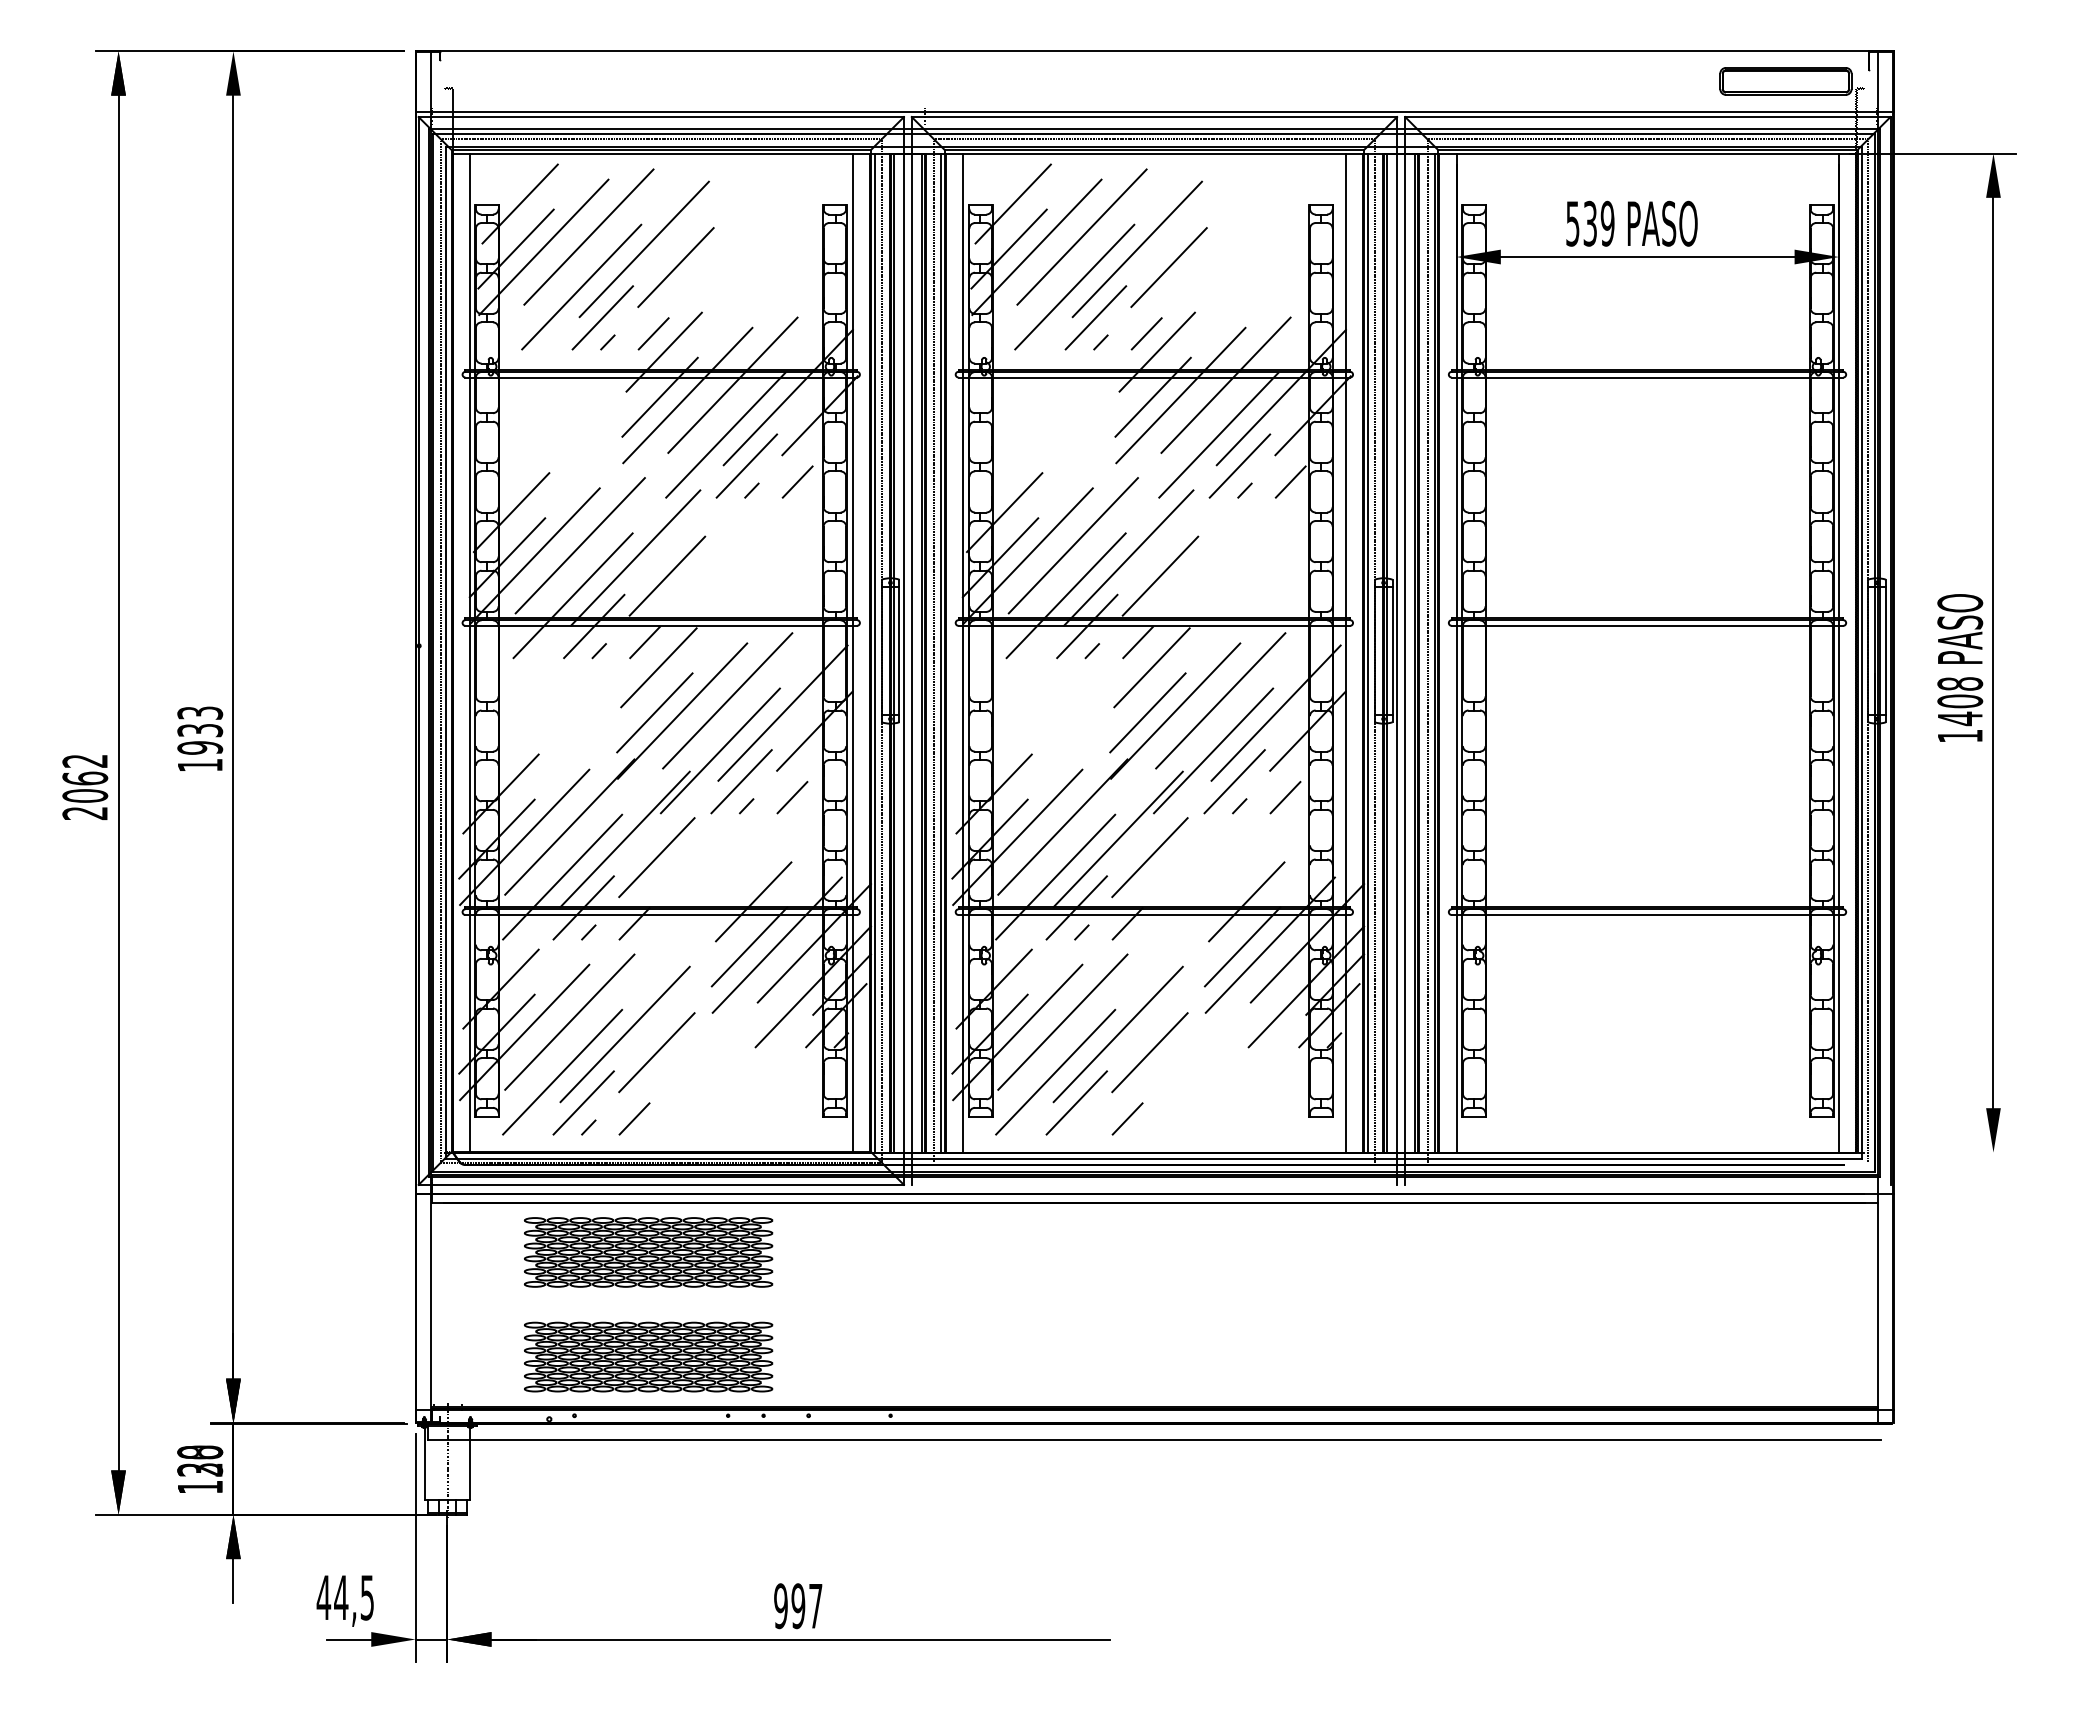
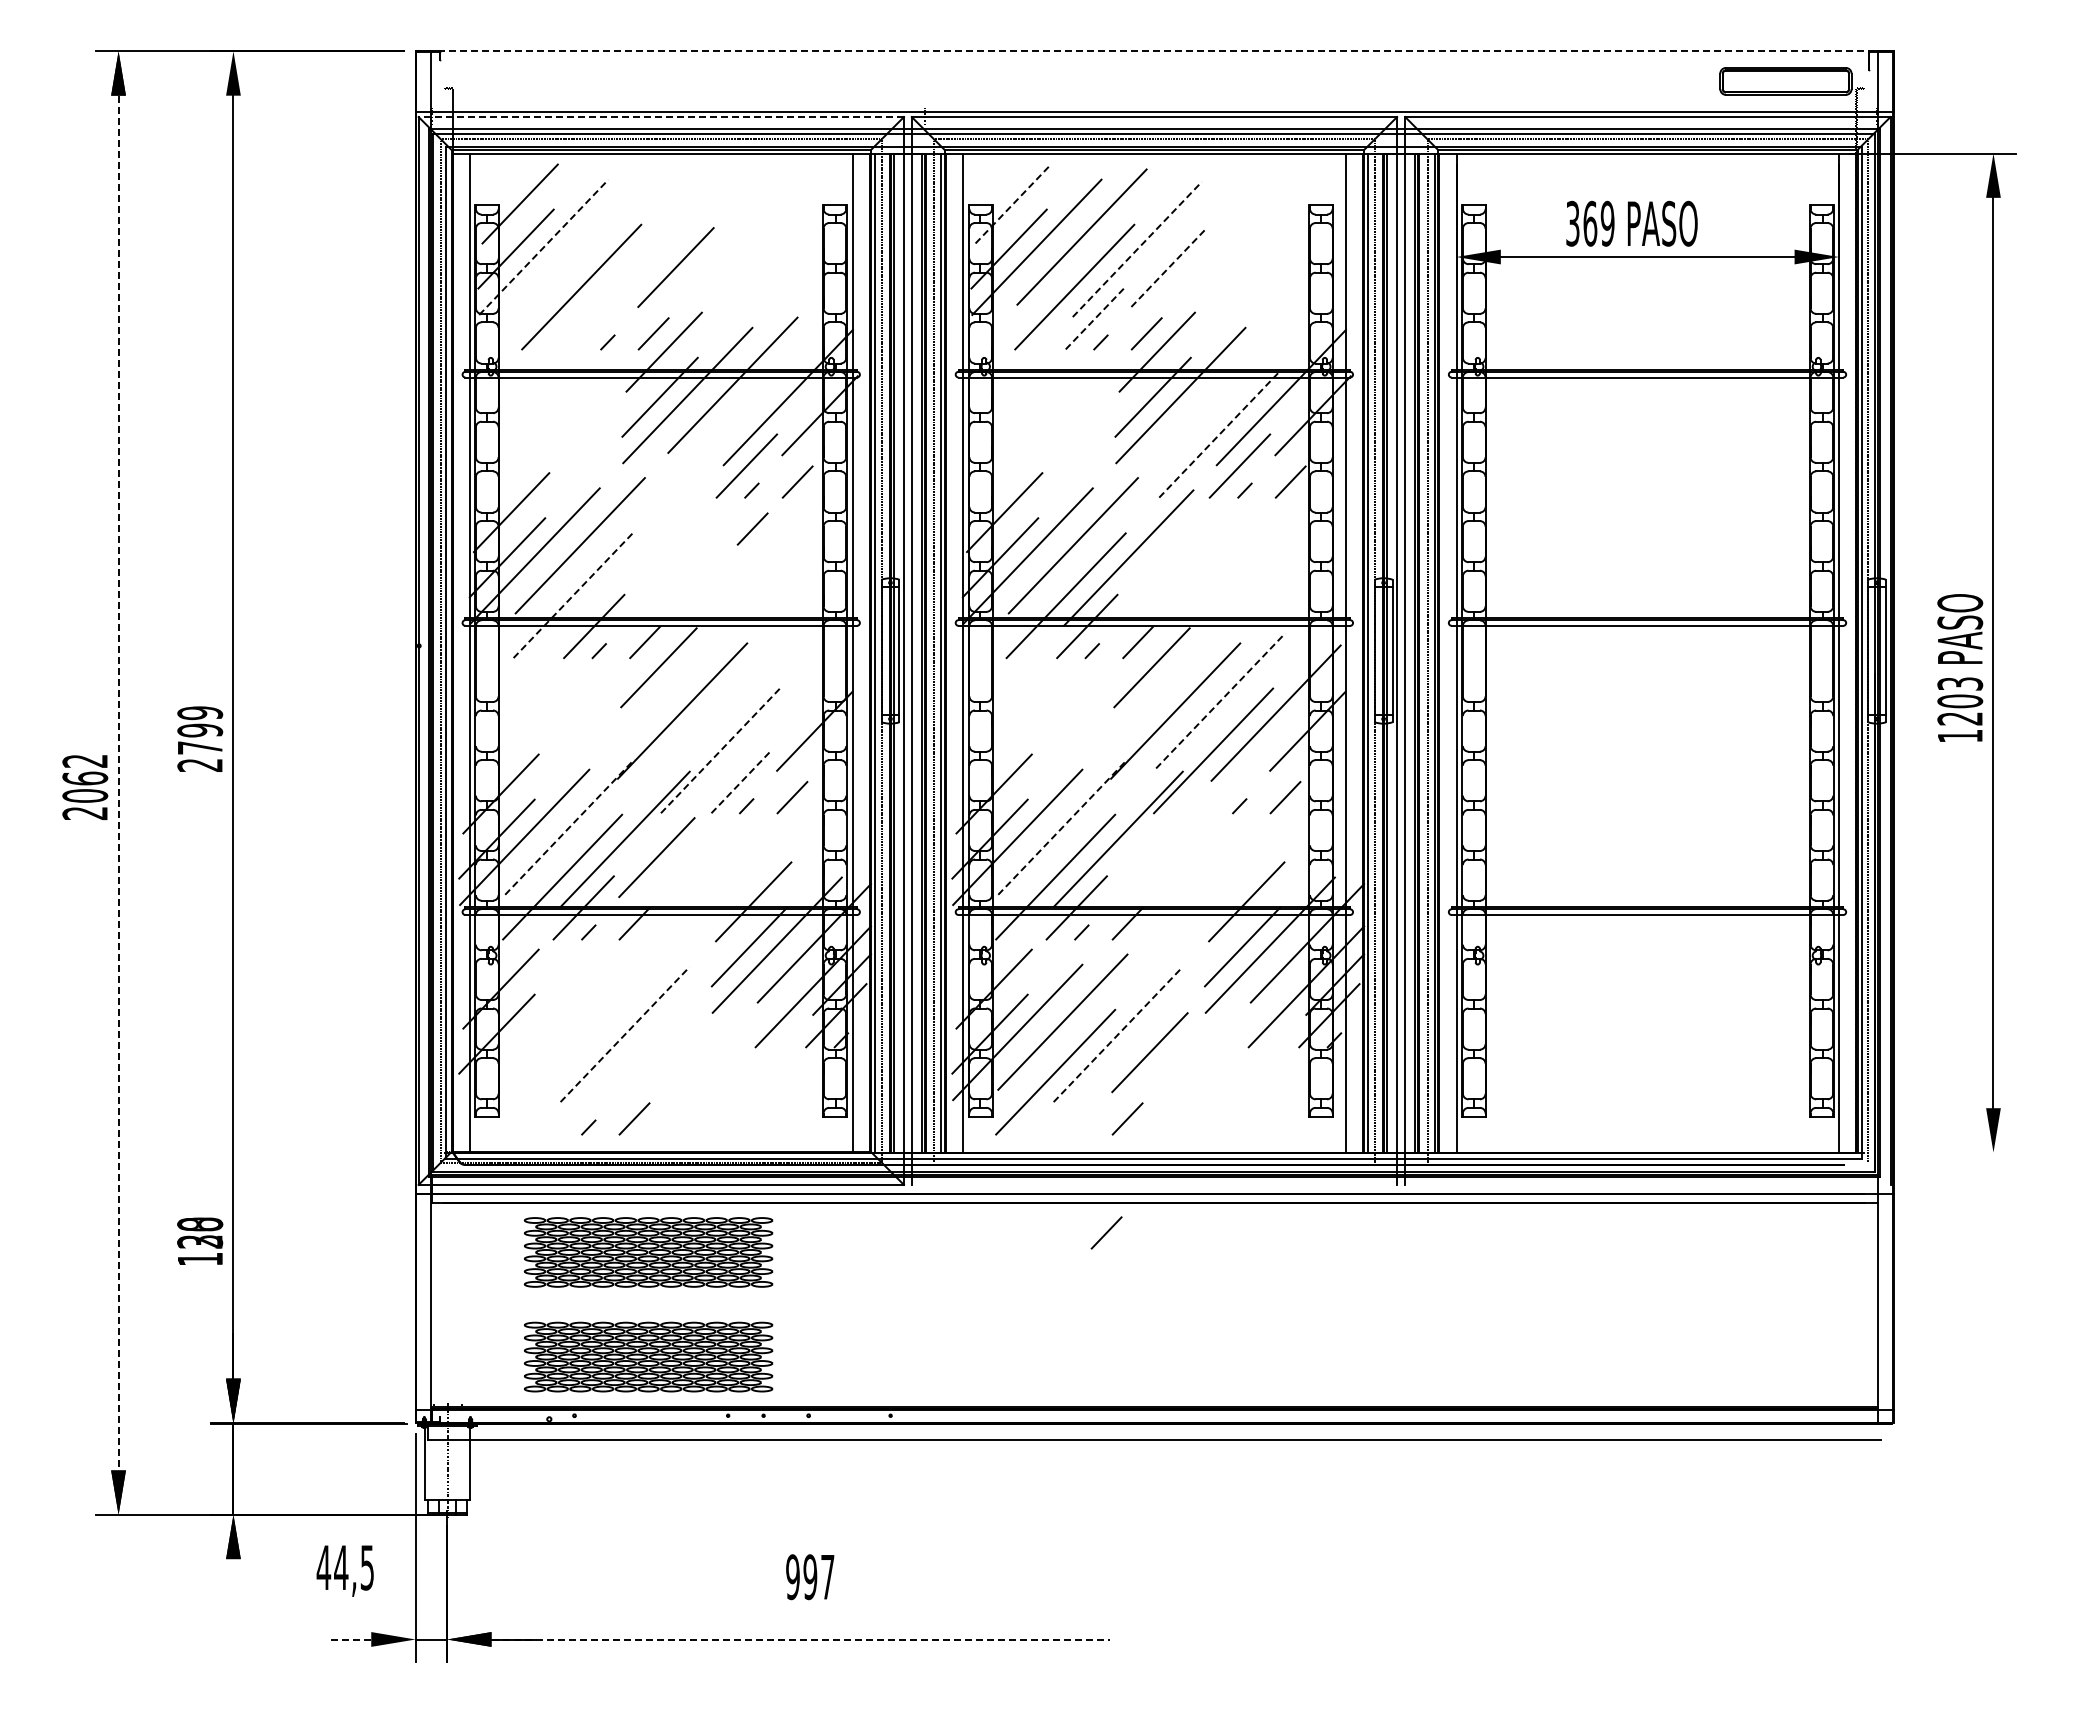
line at (1154, 51): solid -> dashed
line at (661, 117): solid -> dashed
line at (1013, 204): solid -> dashed
text at (1582, 223): 539 -> 369
line at (588, 236): present -> none
line at (543, 247): solid -> dashed
line at (643, 249): present -> none
line at (1137, 249): solid -> dashed
line at (1169, 267): solid -> dashed
line at (602, 317): present -> none
line at (1095, 317): solid -> dashed
line at (1225, 384): present -> none
line at (725, 434): present -> none
line at (1219, 434): solid -> dashed
line at (752, 528): none -> present
line at (635, 557): present -> none
line at (667, 575): present -> none
line at (1160, 575): present -> none
line at (573, 595): solid -> dashed
line at (727, 700): present -> none
line at (1220, 700): solid -> dashed
text at (1960, 701): 1408 -> 1203
line at (654, 712): present -> none
line at (782, 712): present -> none
line at (1147, 712): present -> none
text at (200, 738): 1933 -> 2799
line at (720, 750): solid -> dashed
line at (741, 781): solid -> dashed
line at (1234, 781): present -> none
line at (118, 783): solid -> dashed
line at (569, 827): solid -> dashed
line at (1062, 827): solid -> dashed
line at (1149, 857): present -> none
line at (569, 1021): present -> none
line at (524, 1032): present -> none
line at (625, 1034): solid -> dashed
line at (1118, 1034): solid -> dashed
line at (656, 1052): present -> none
line at (562, 1071): present -> none
line at (583, 1102): present -> none
line at (1076, 1102): present -> none
line at (1106, 1232): none -> present
text at (200, 1468) position: (200, 1468) -> (200, 1240)
line at (233, 1581): present -> none
text at (344, 1600) position: (344, 1600) -> (344, 1570)
text at (798, 1606) position: (798, 1606) -> (810, 1577)
line at (348, 1639): solid -> dashed
line at (801, 1639): solid -> dashed
